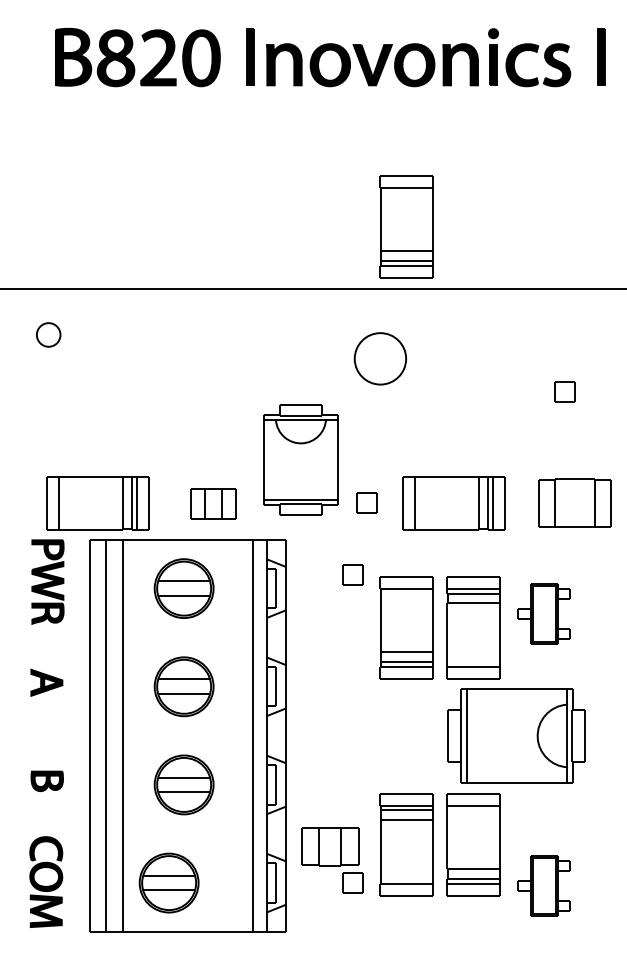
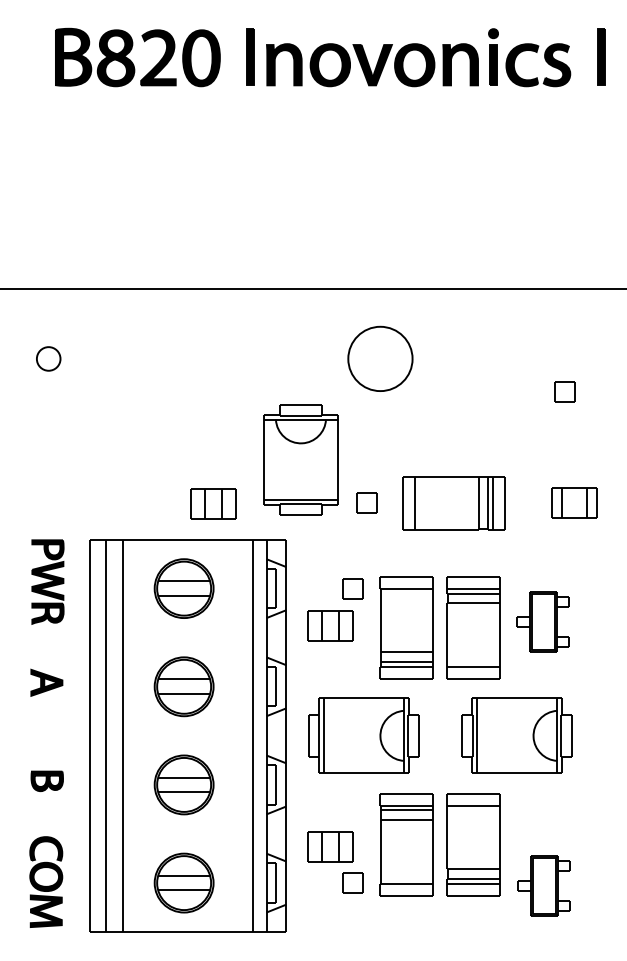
part at (406, 226): present -> none
part at (48, 334) position: (48, 334) -> (48, 358)
part at (379, 358) size: 54x54 px -> 67x67 px
part at (574, 502) size: 74x50 px -> 47x32 px
part at (97, 503): present -> none
part at (352, 574) position: (352, 574) -> (352, 588)
part at (543, 613) position: (543, 613) -> (542, 621)
part at (330, 625): none -> present
part at (363, 735): none -> present
part at (516, 735) size: 139x96 px -> 112x77 px
part at (330, 846) size: 59x40 px -> 47x32 px
part at (168, 882) position: (168, 882) -> (183, 882)
